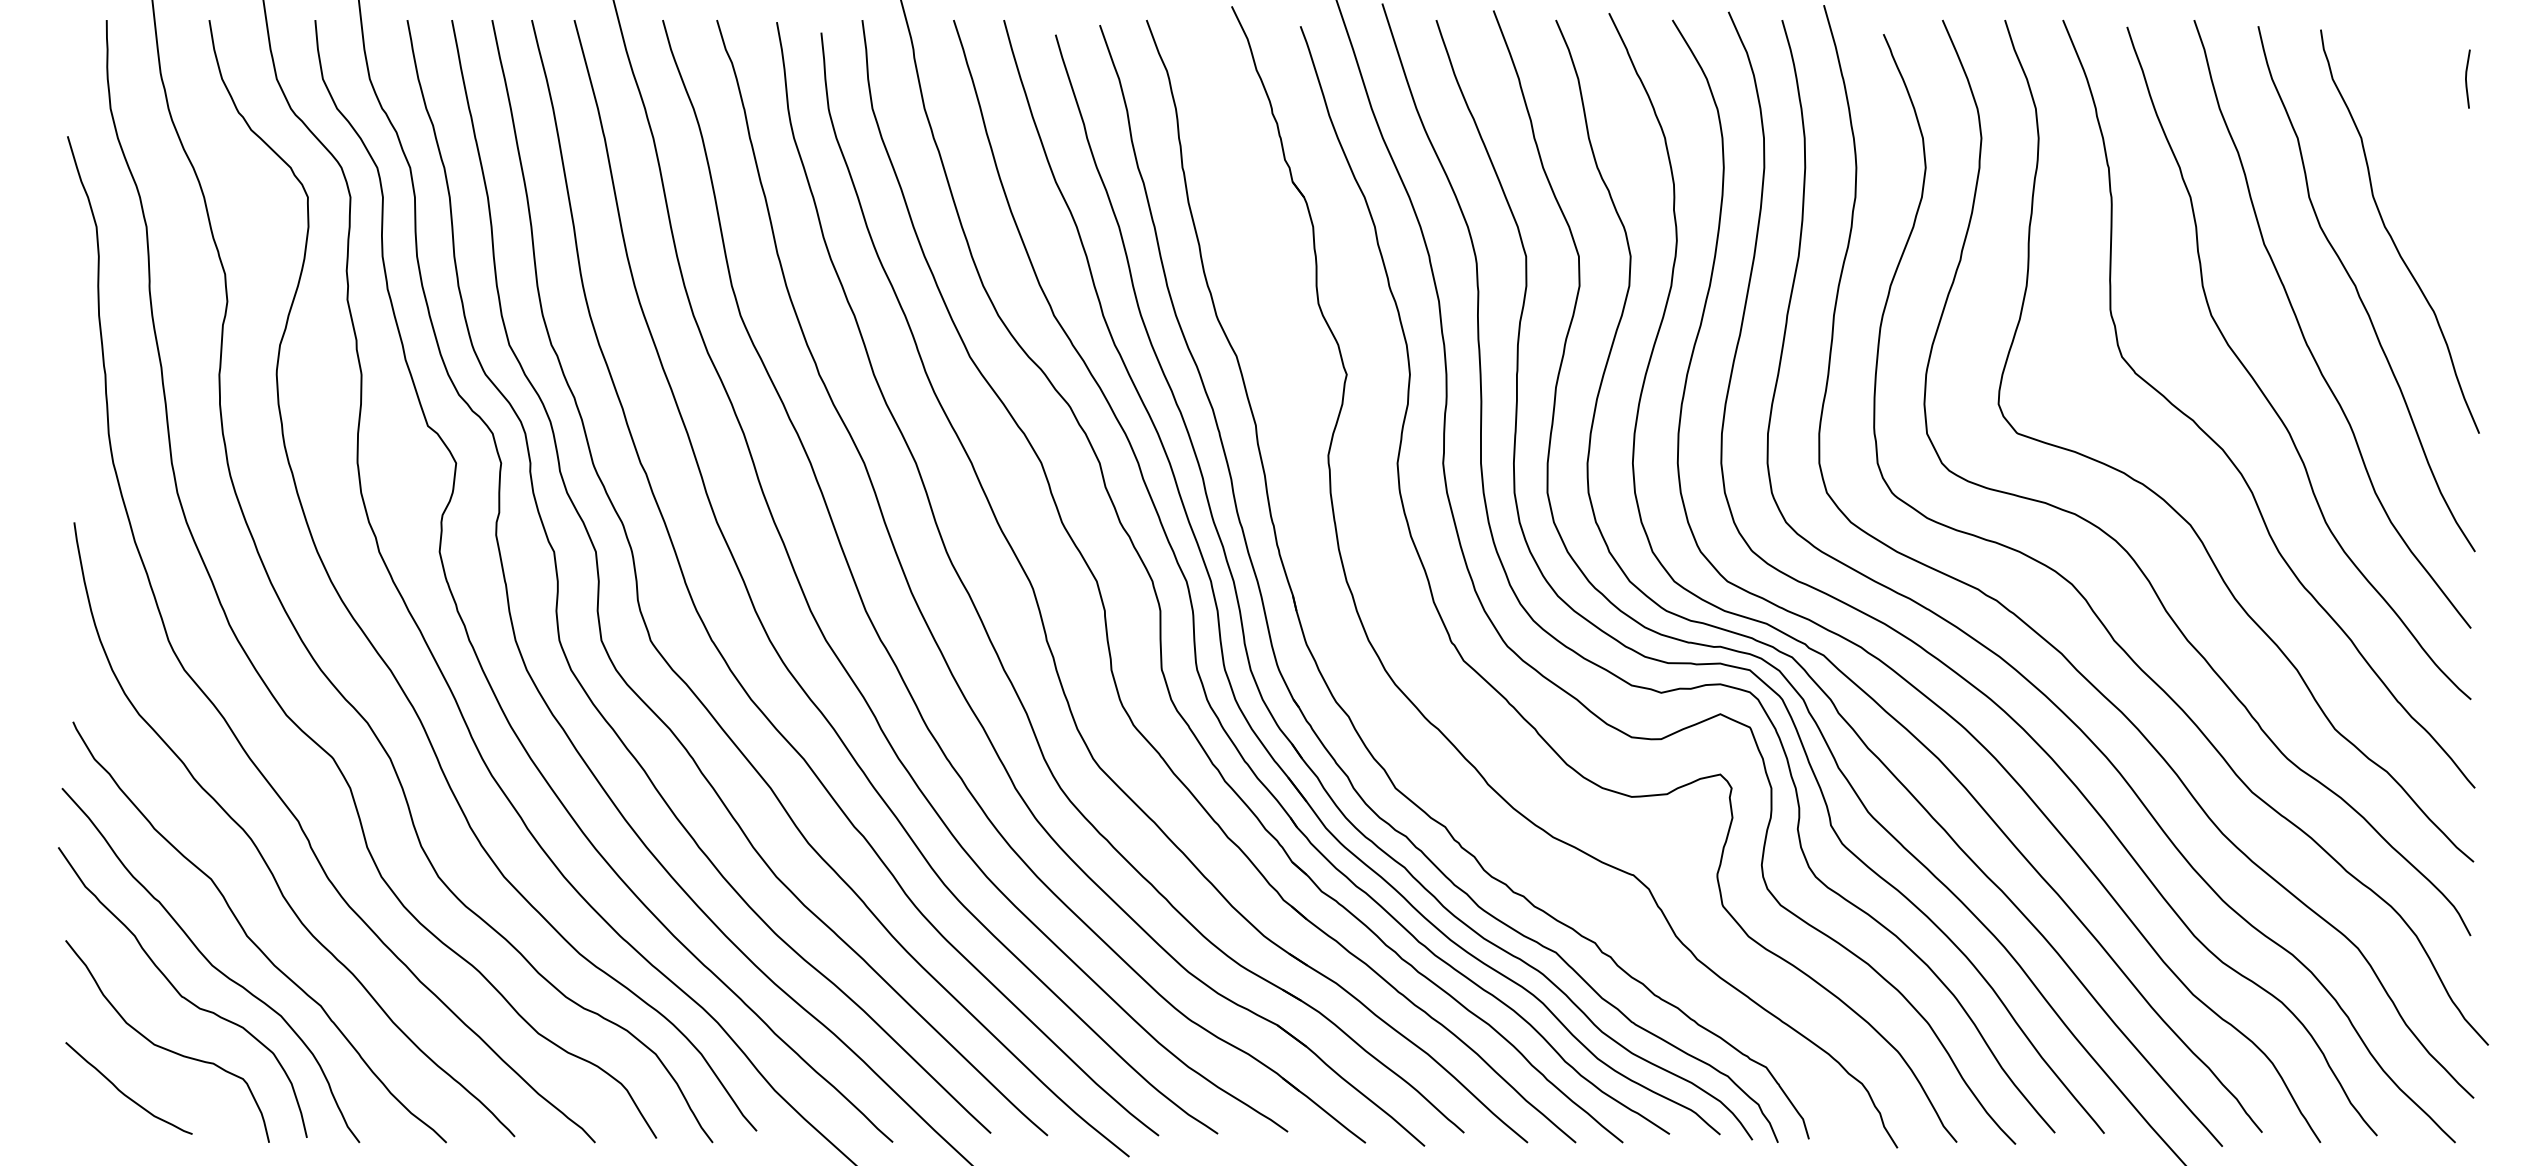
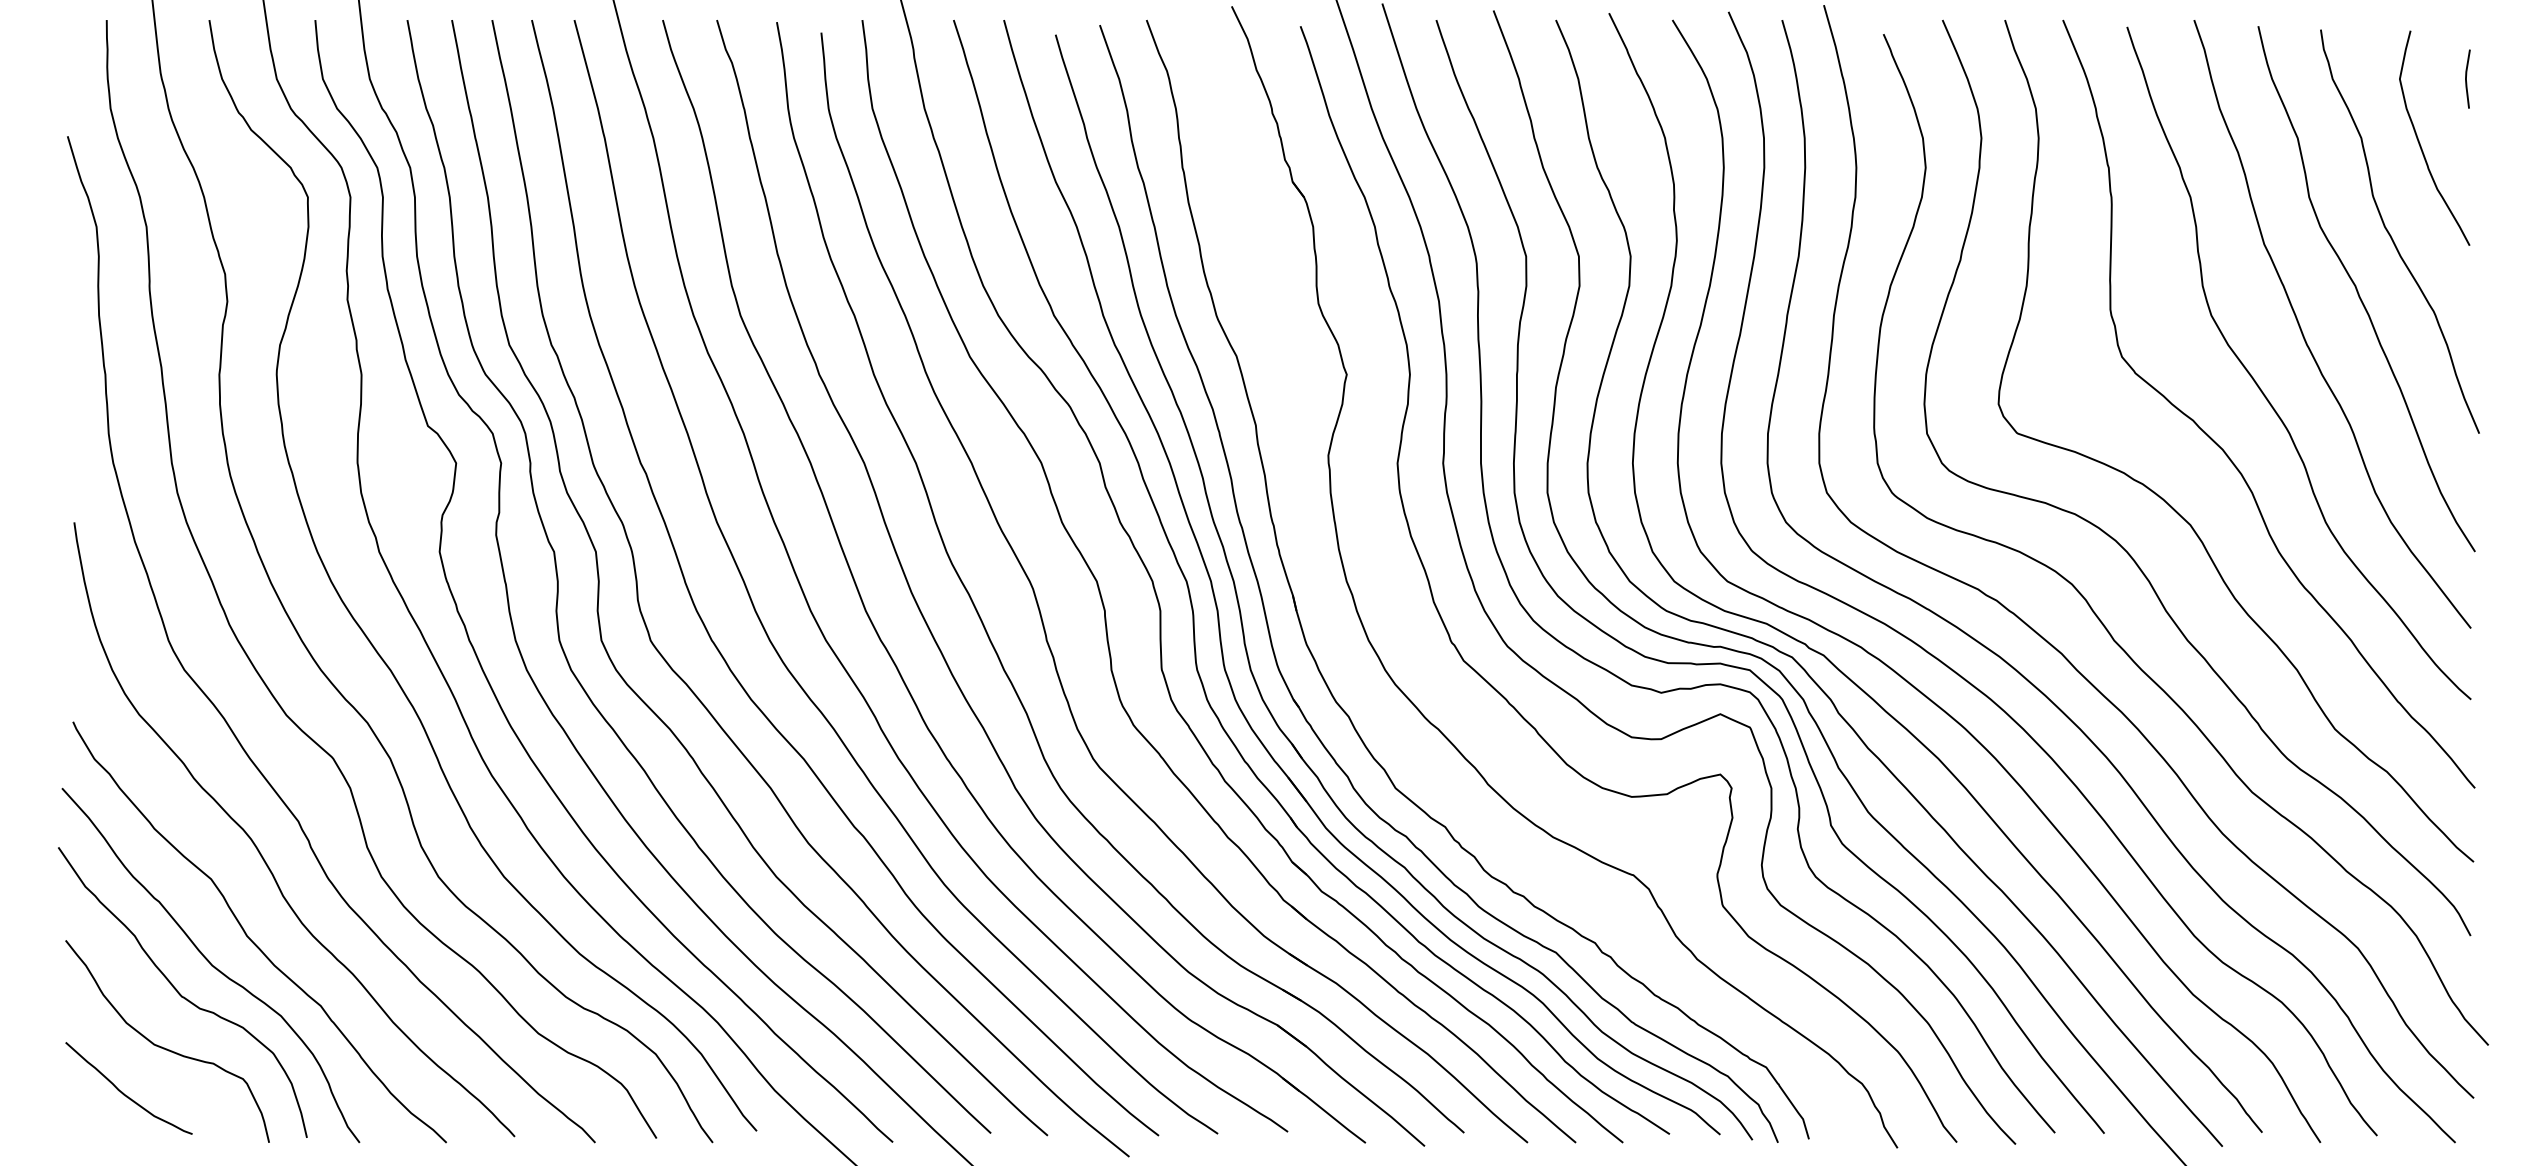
curve at (2420, 143): none -> present
